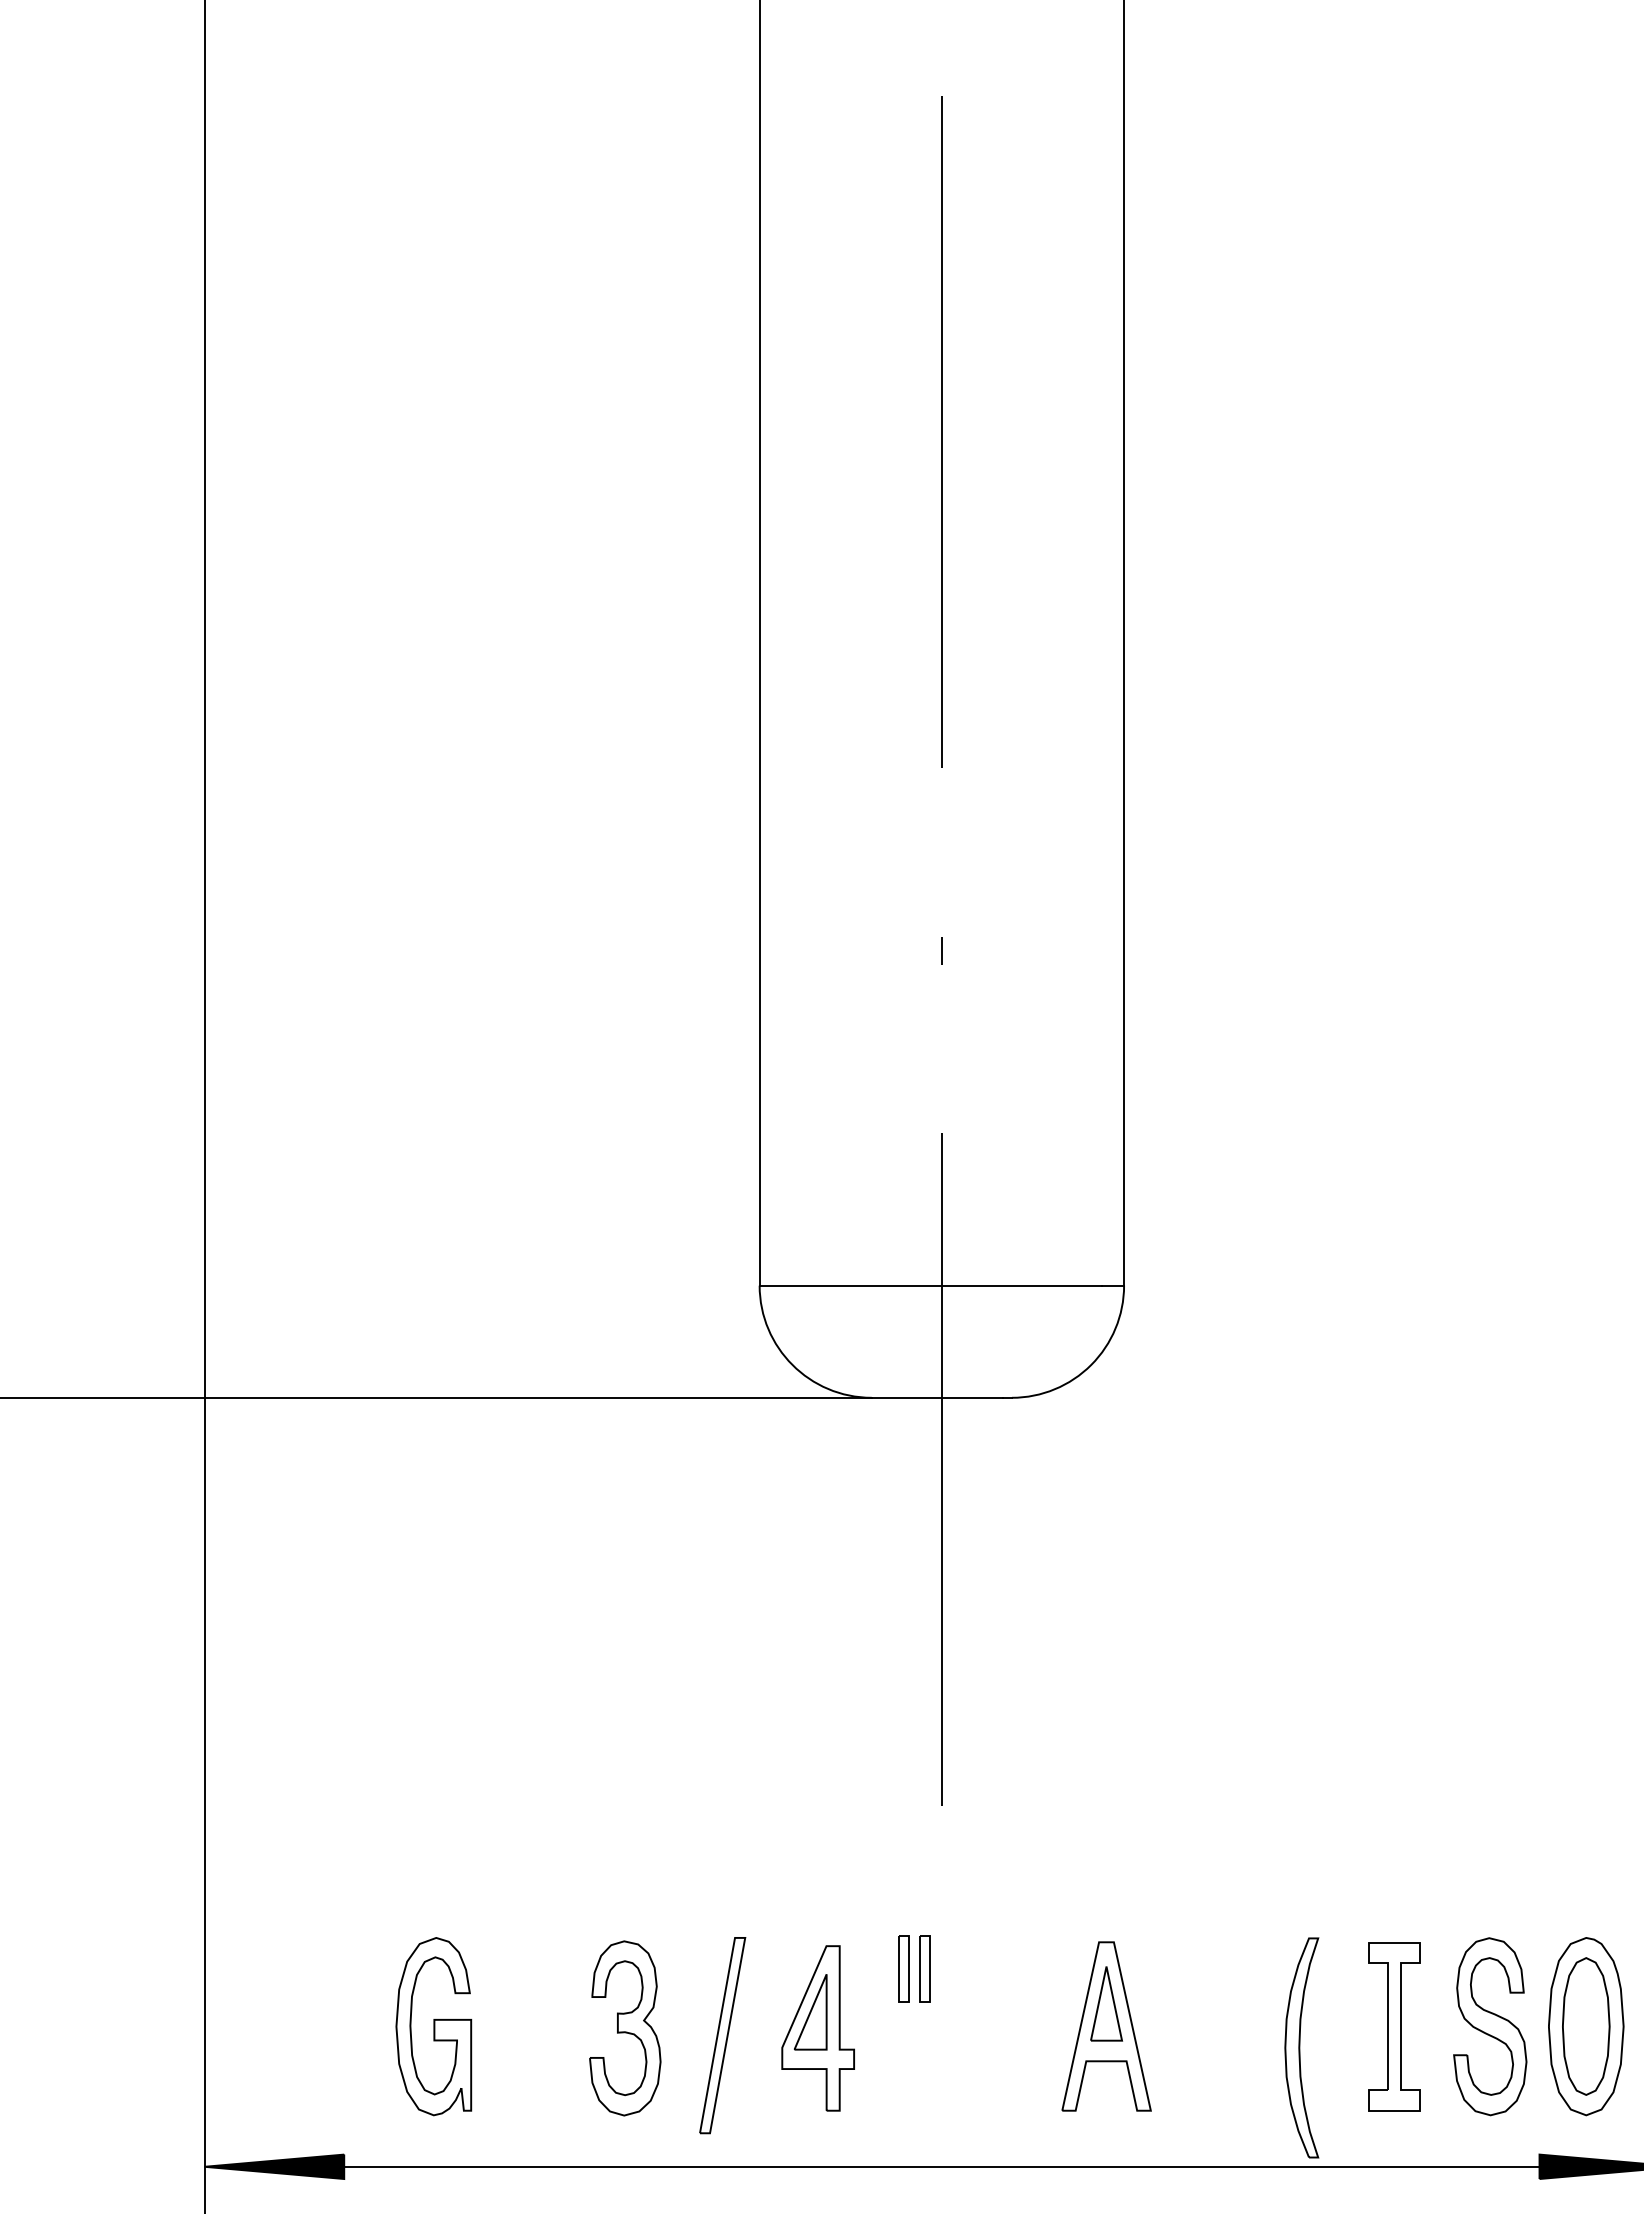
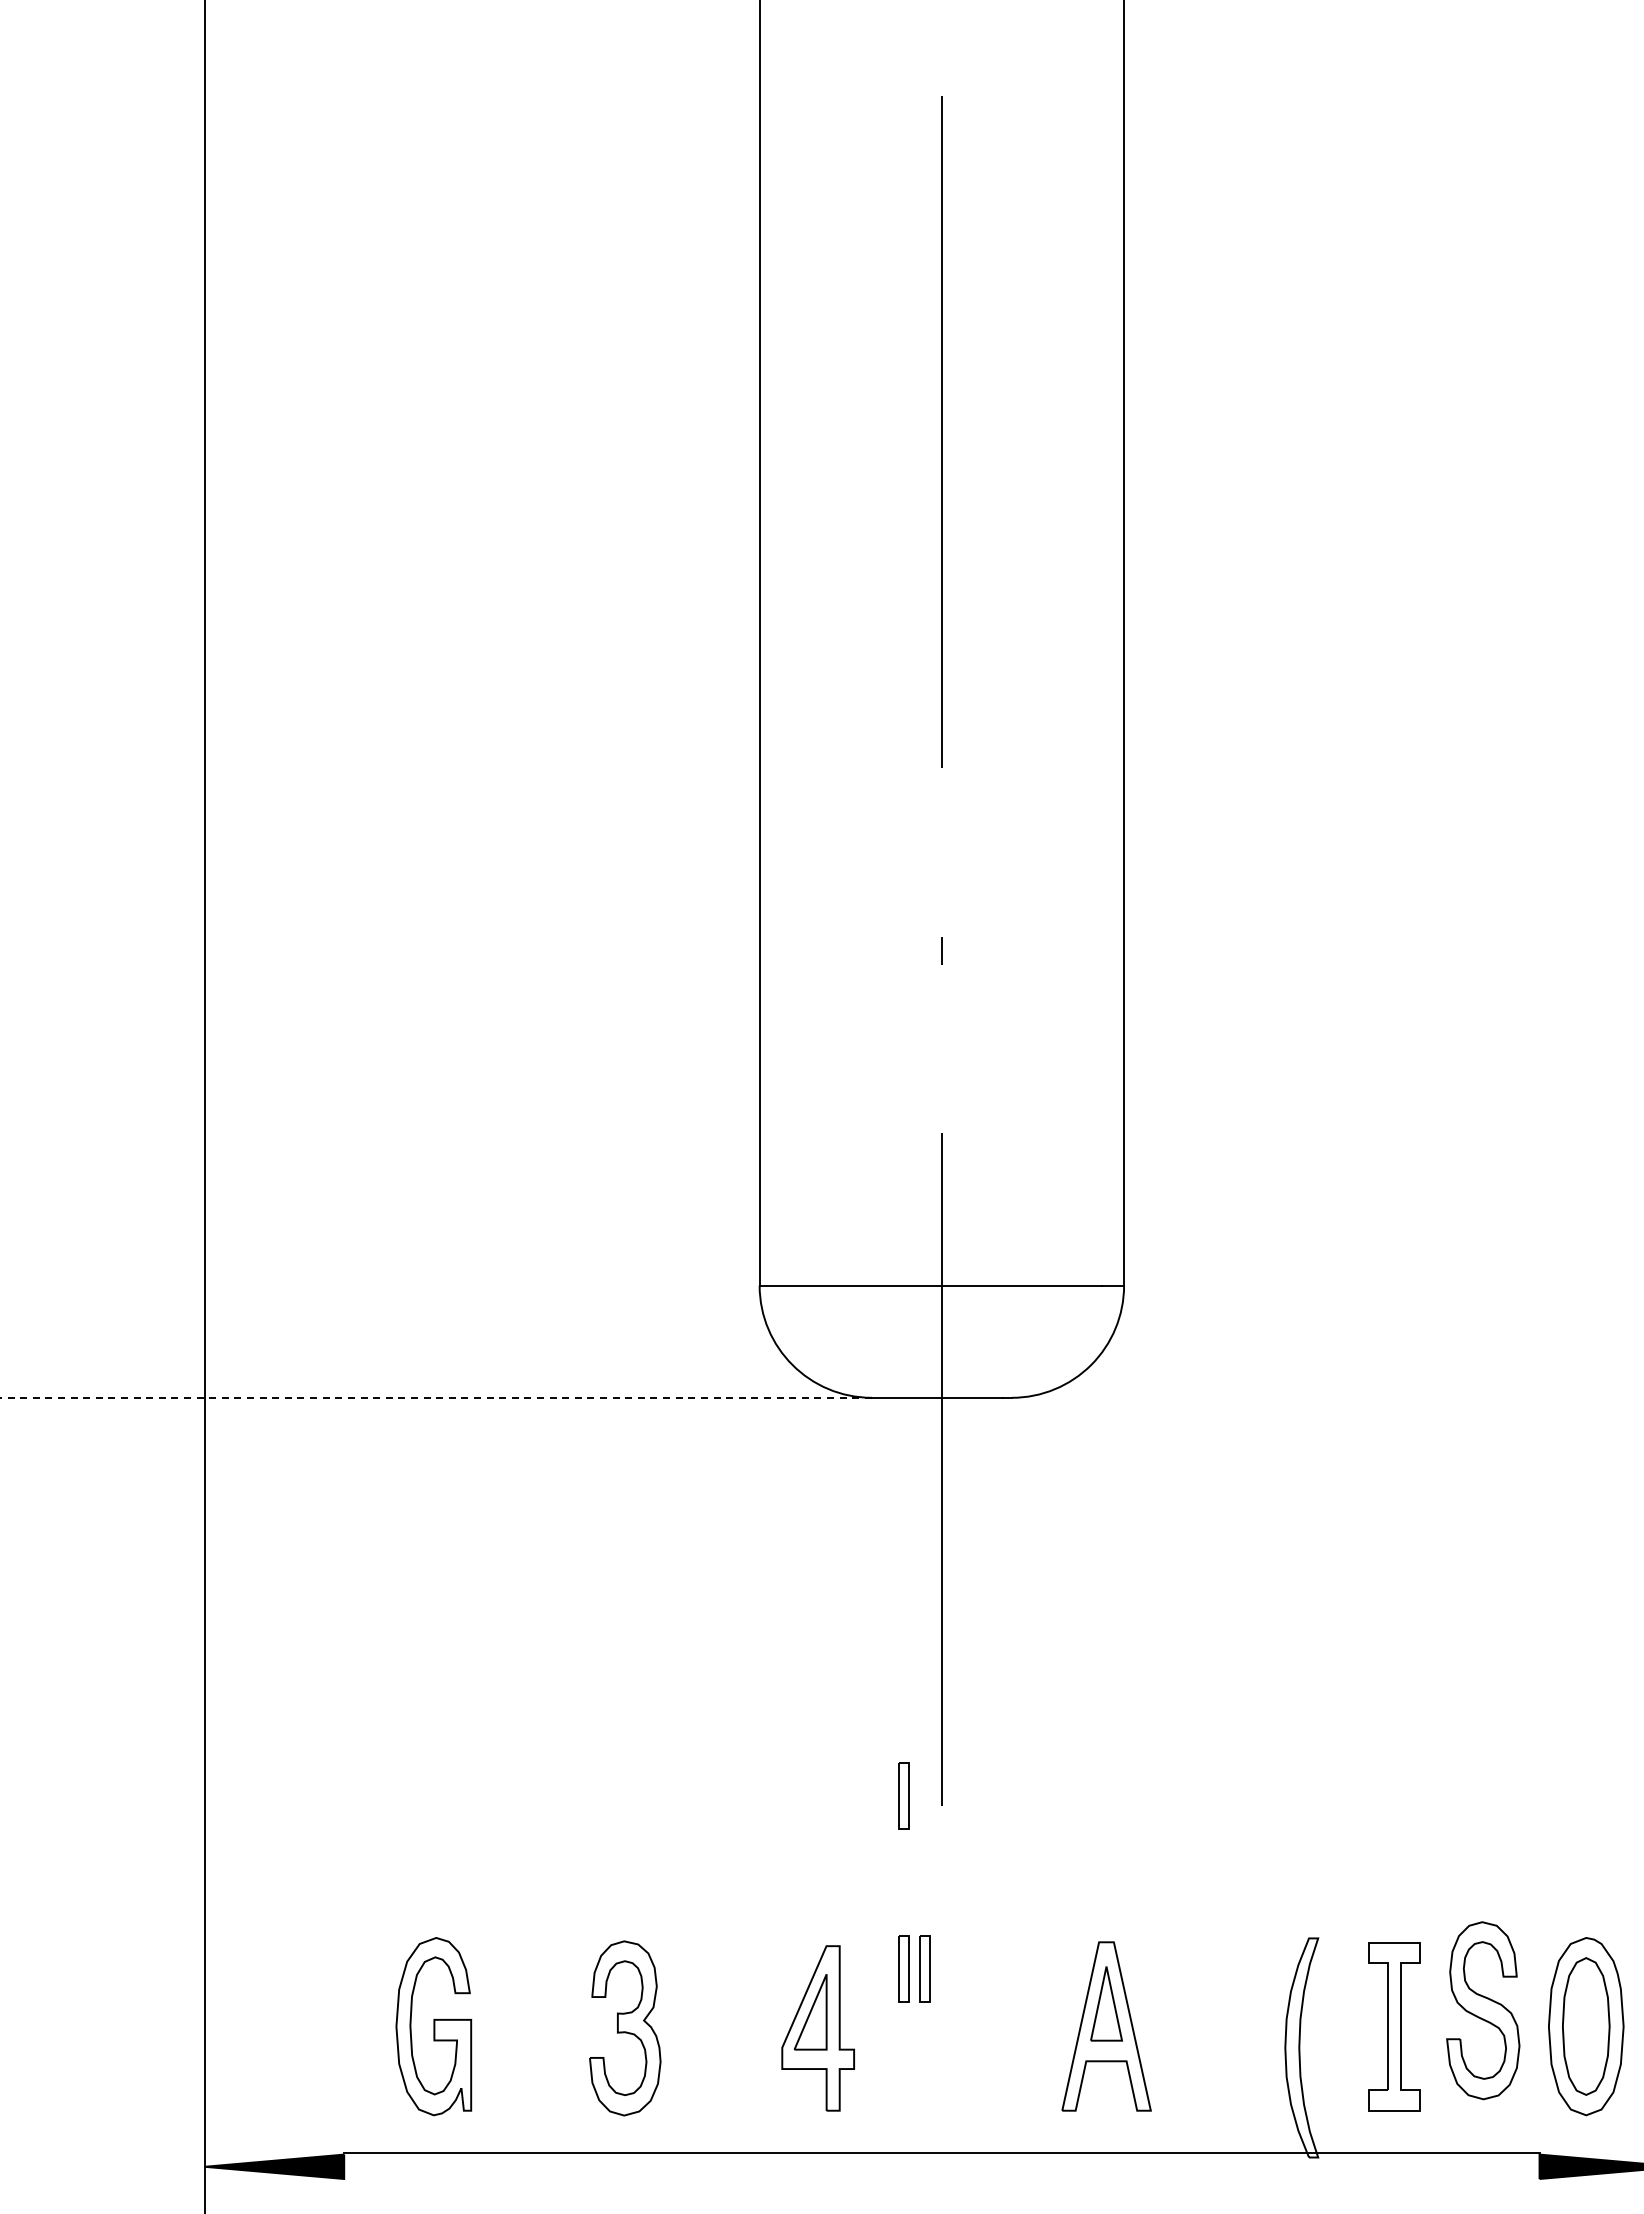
line at (435, 1397): solid -> dashed
part at (903, 1795): none -> present
part at (1490, 2026) position: (1490, 2026) -> (1483, 2010)
part at (722, 2035): present -> none
line at (941, 2166) position: (941, 2166) -> (941, 2152)
